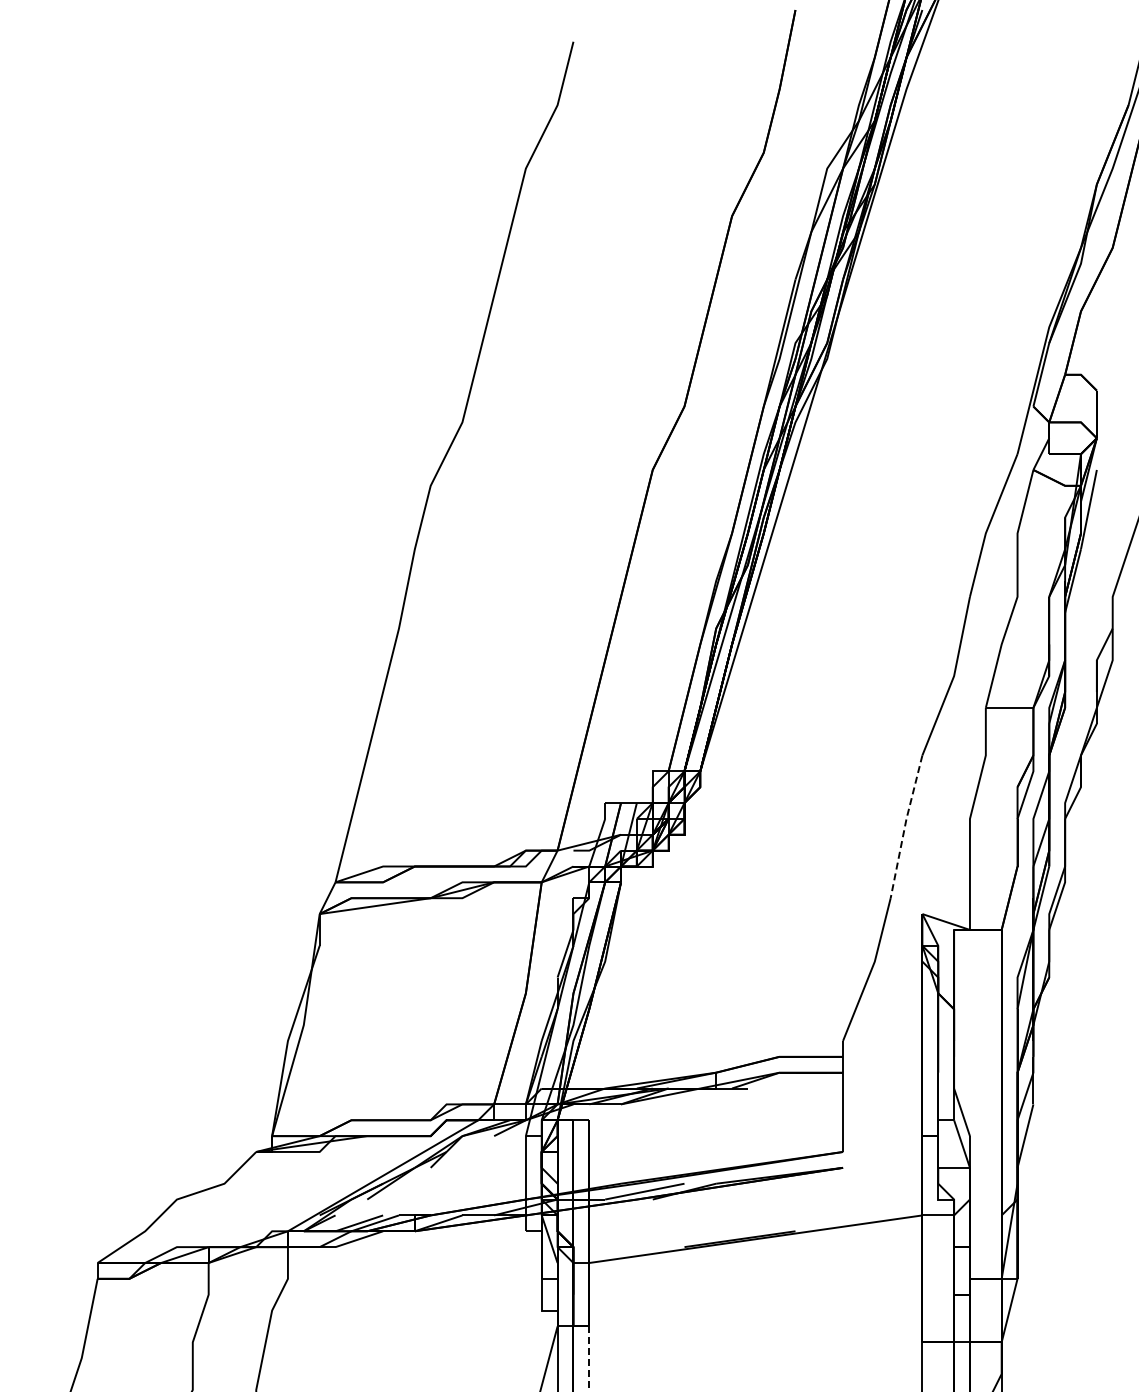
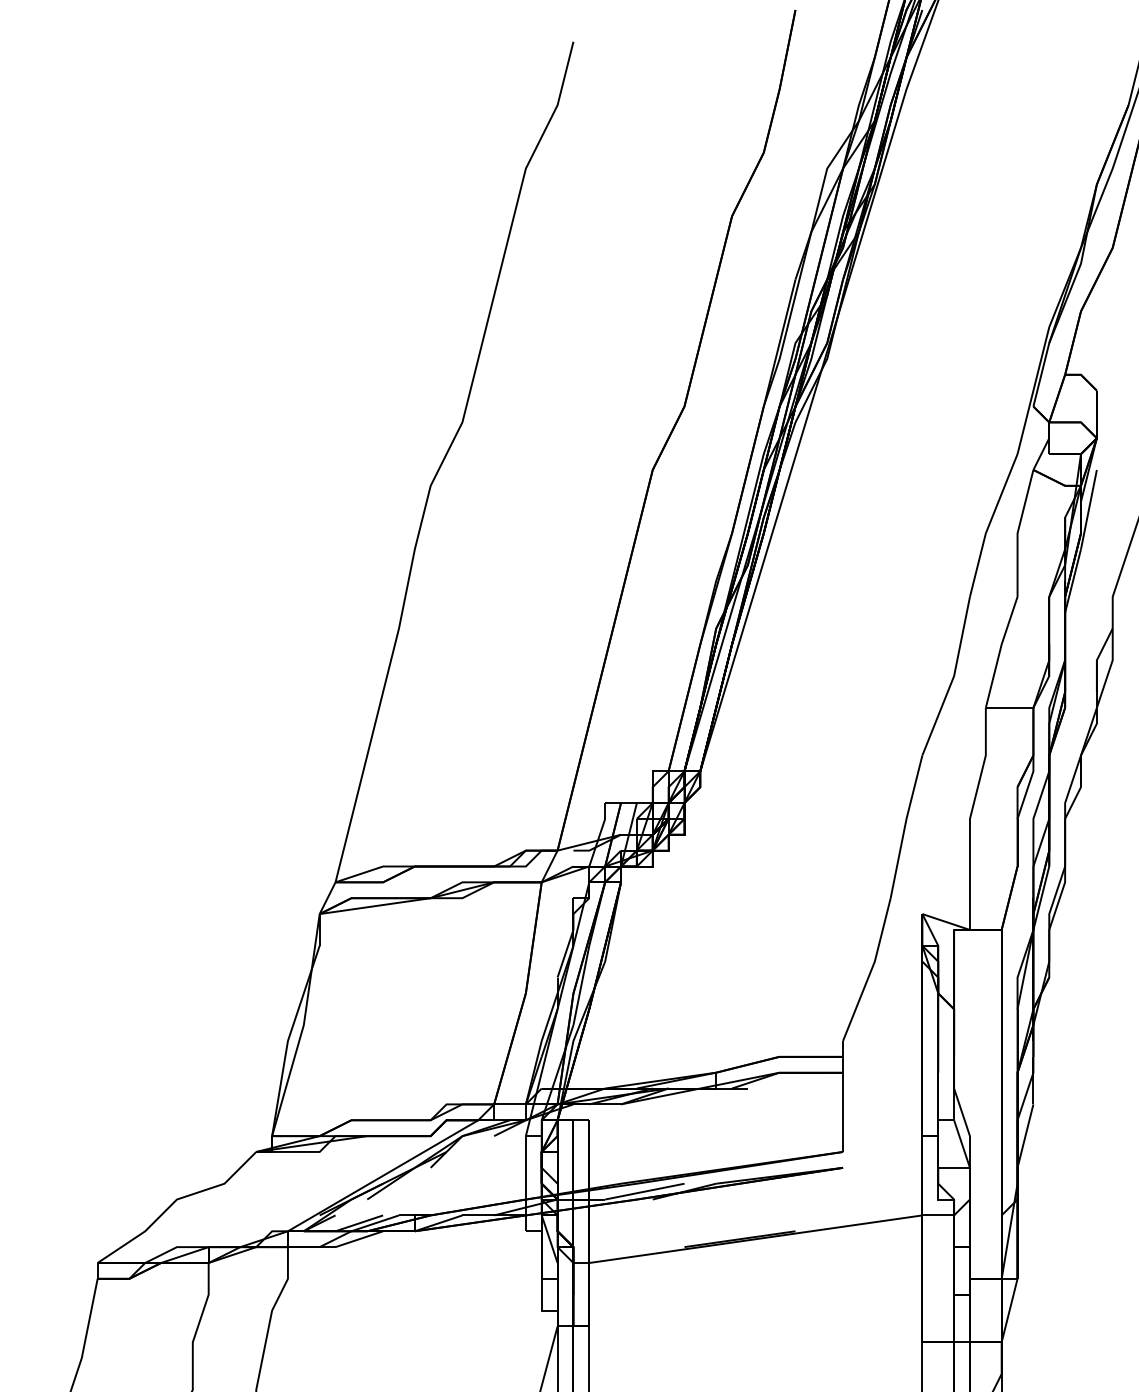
line at (905, 825): dashed -> solid
line at (589, 1359): dashed -> solid
